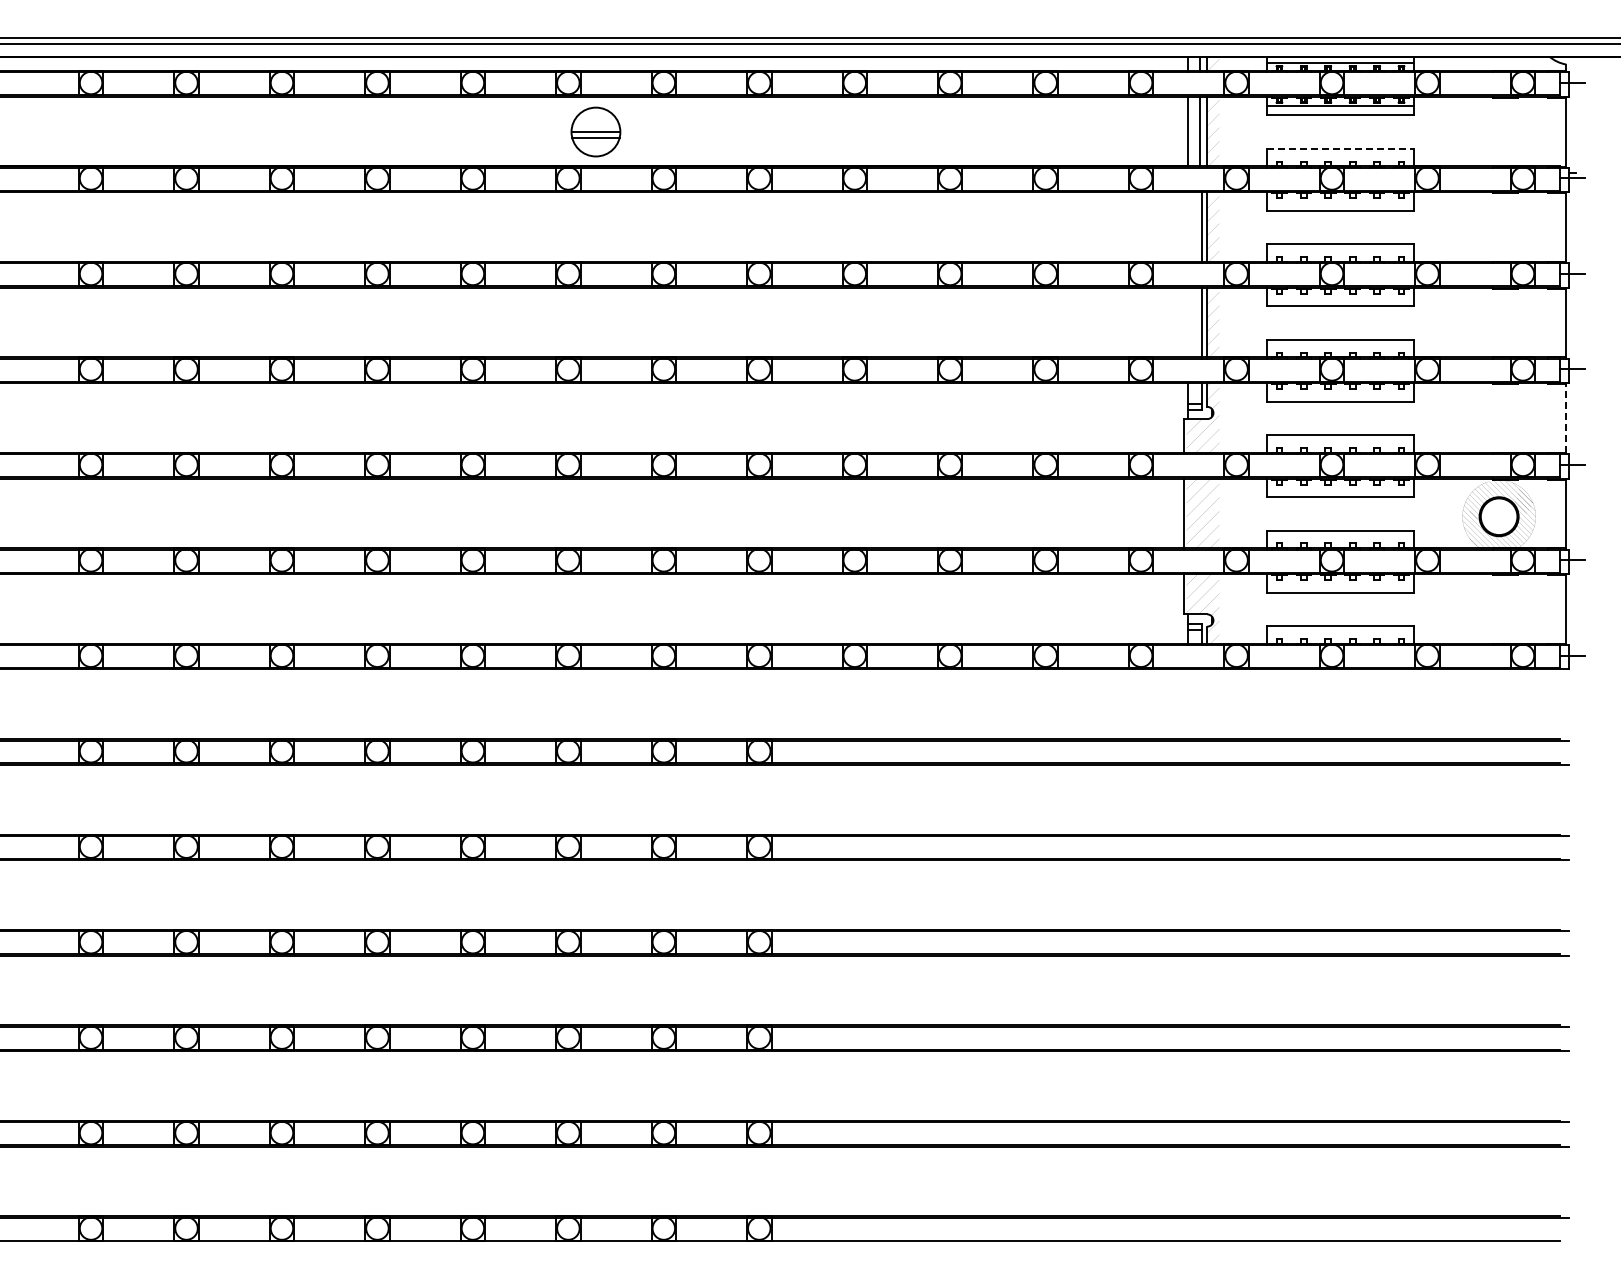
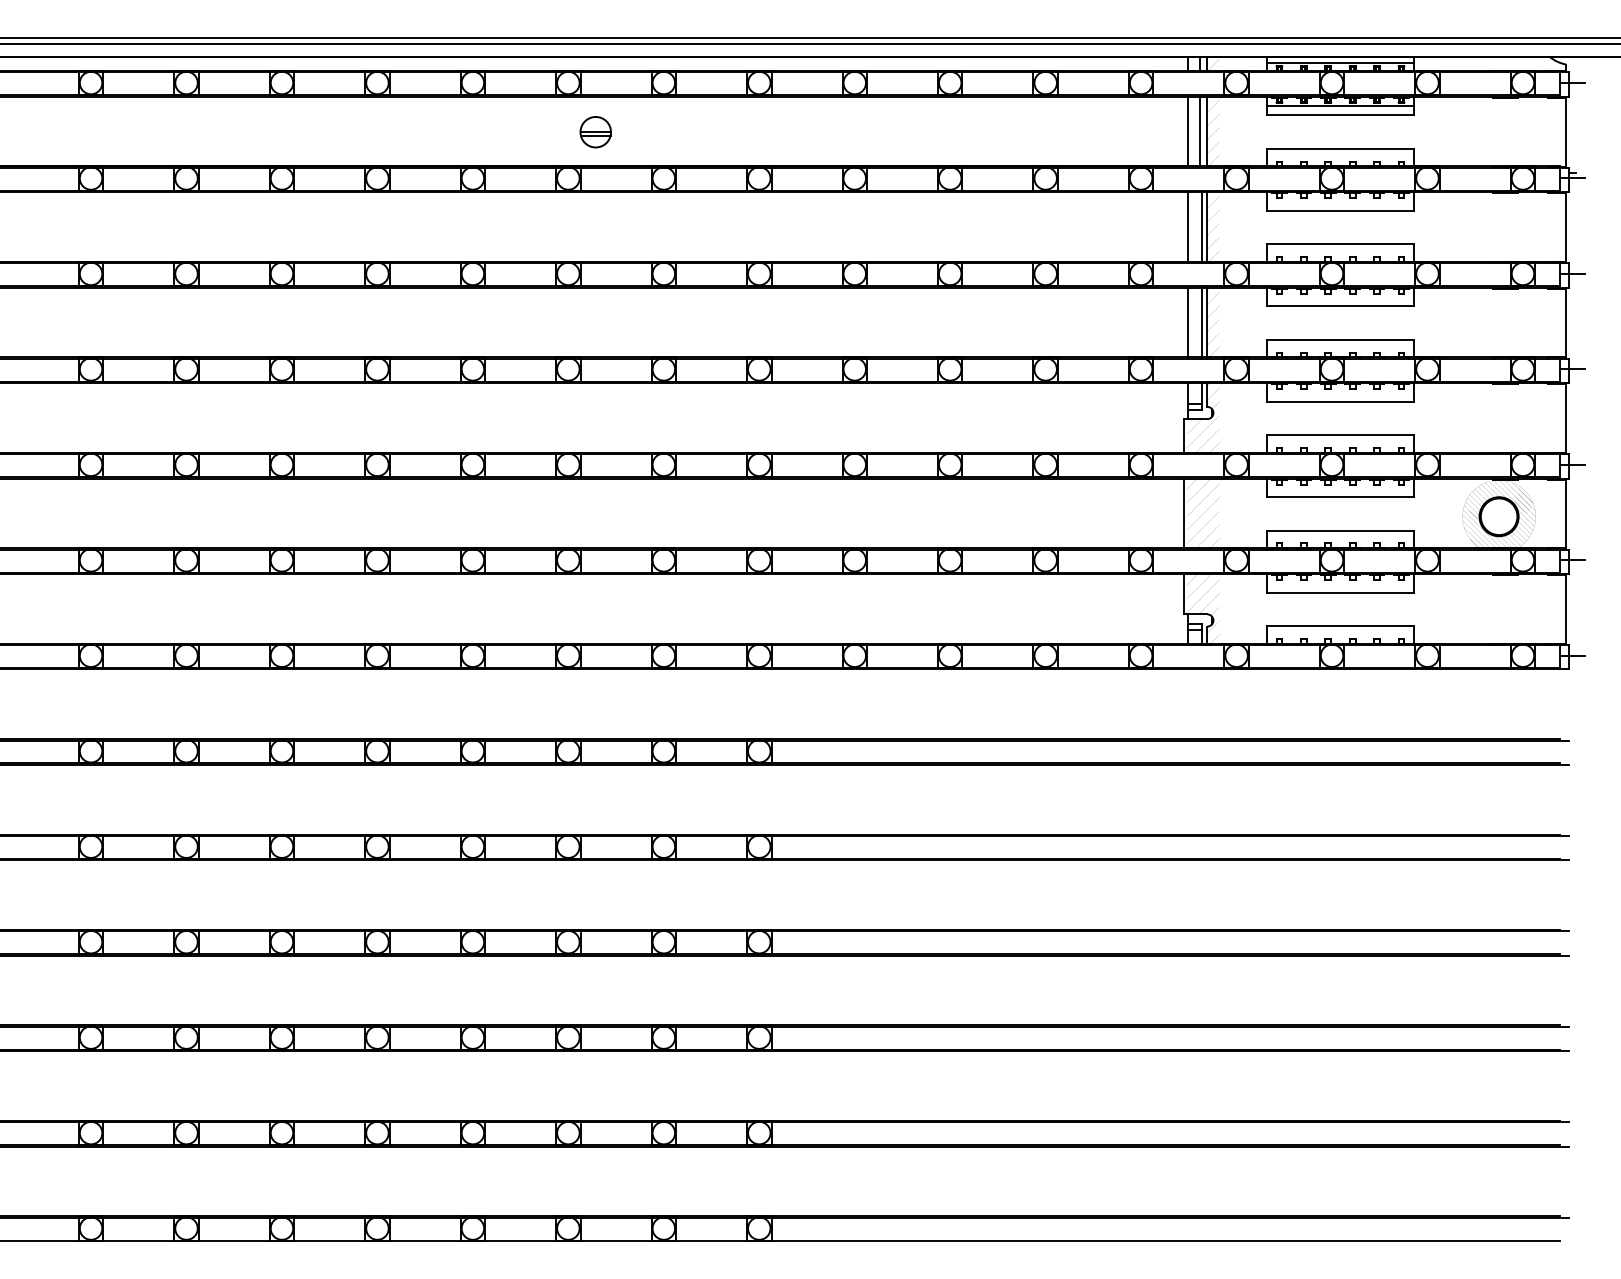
part at (595, 131) size: 52x52 px -> 33x33 px
line at (1340, 148): dashed -> solid
line at (1187, 227): none -> present
line at (1187, 322): none -> present
line at (1566, 418): dashed -> solid
